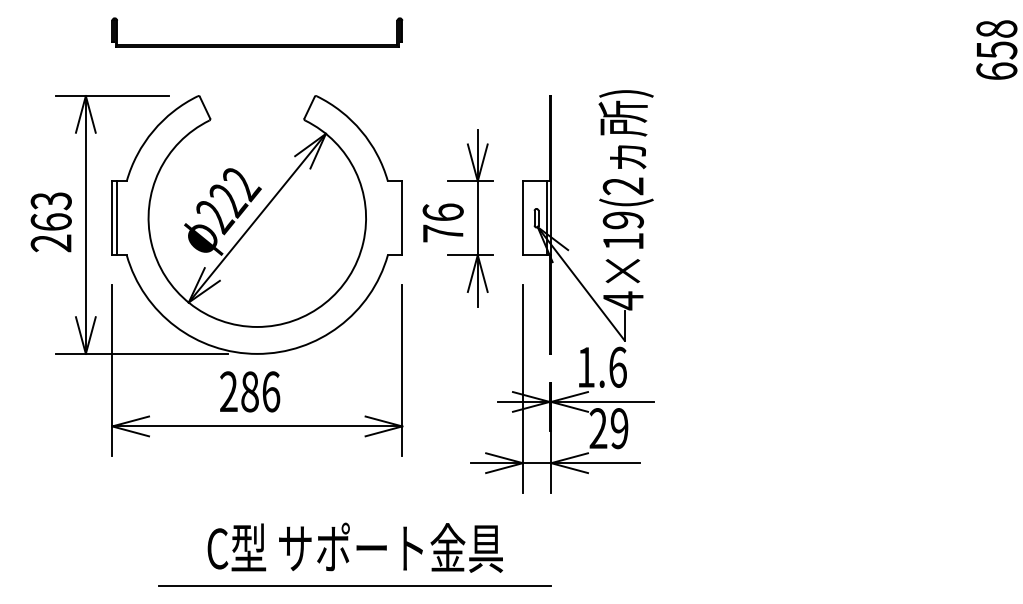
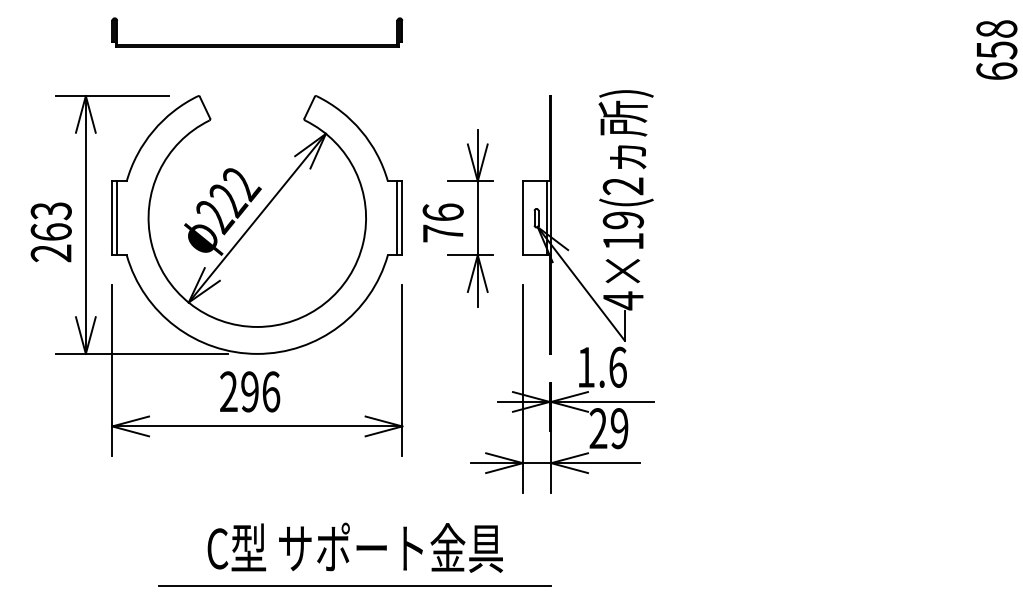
line at (397, 218): none -> present
text at (50, 222) position: (50, 222) -> (50, 232)
text at (249, 391): 286 -> 296
